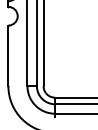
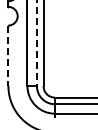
line at (36, 43): solid -> dashed
line at (8, 56): solid -> dashed
